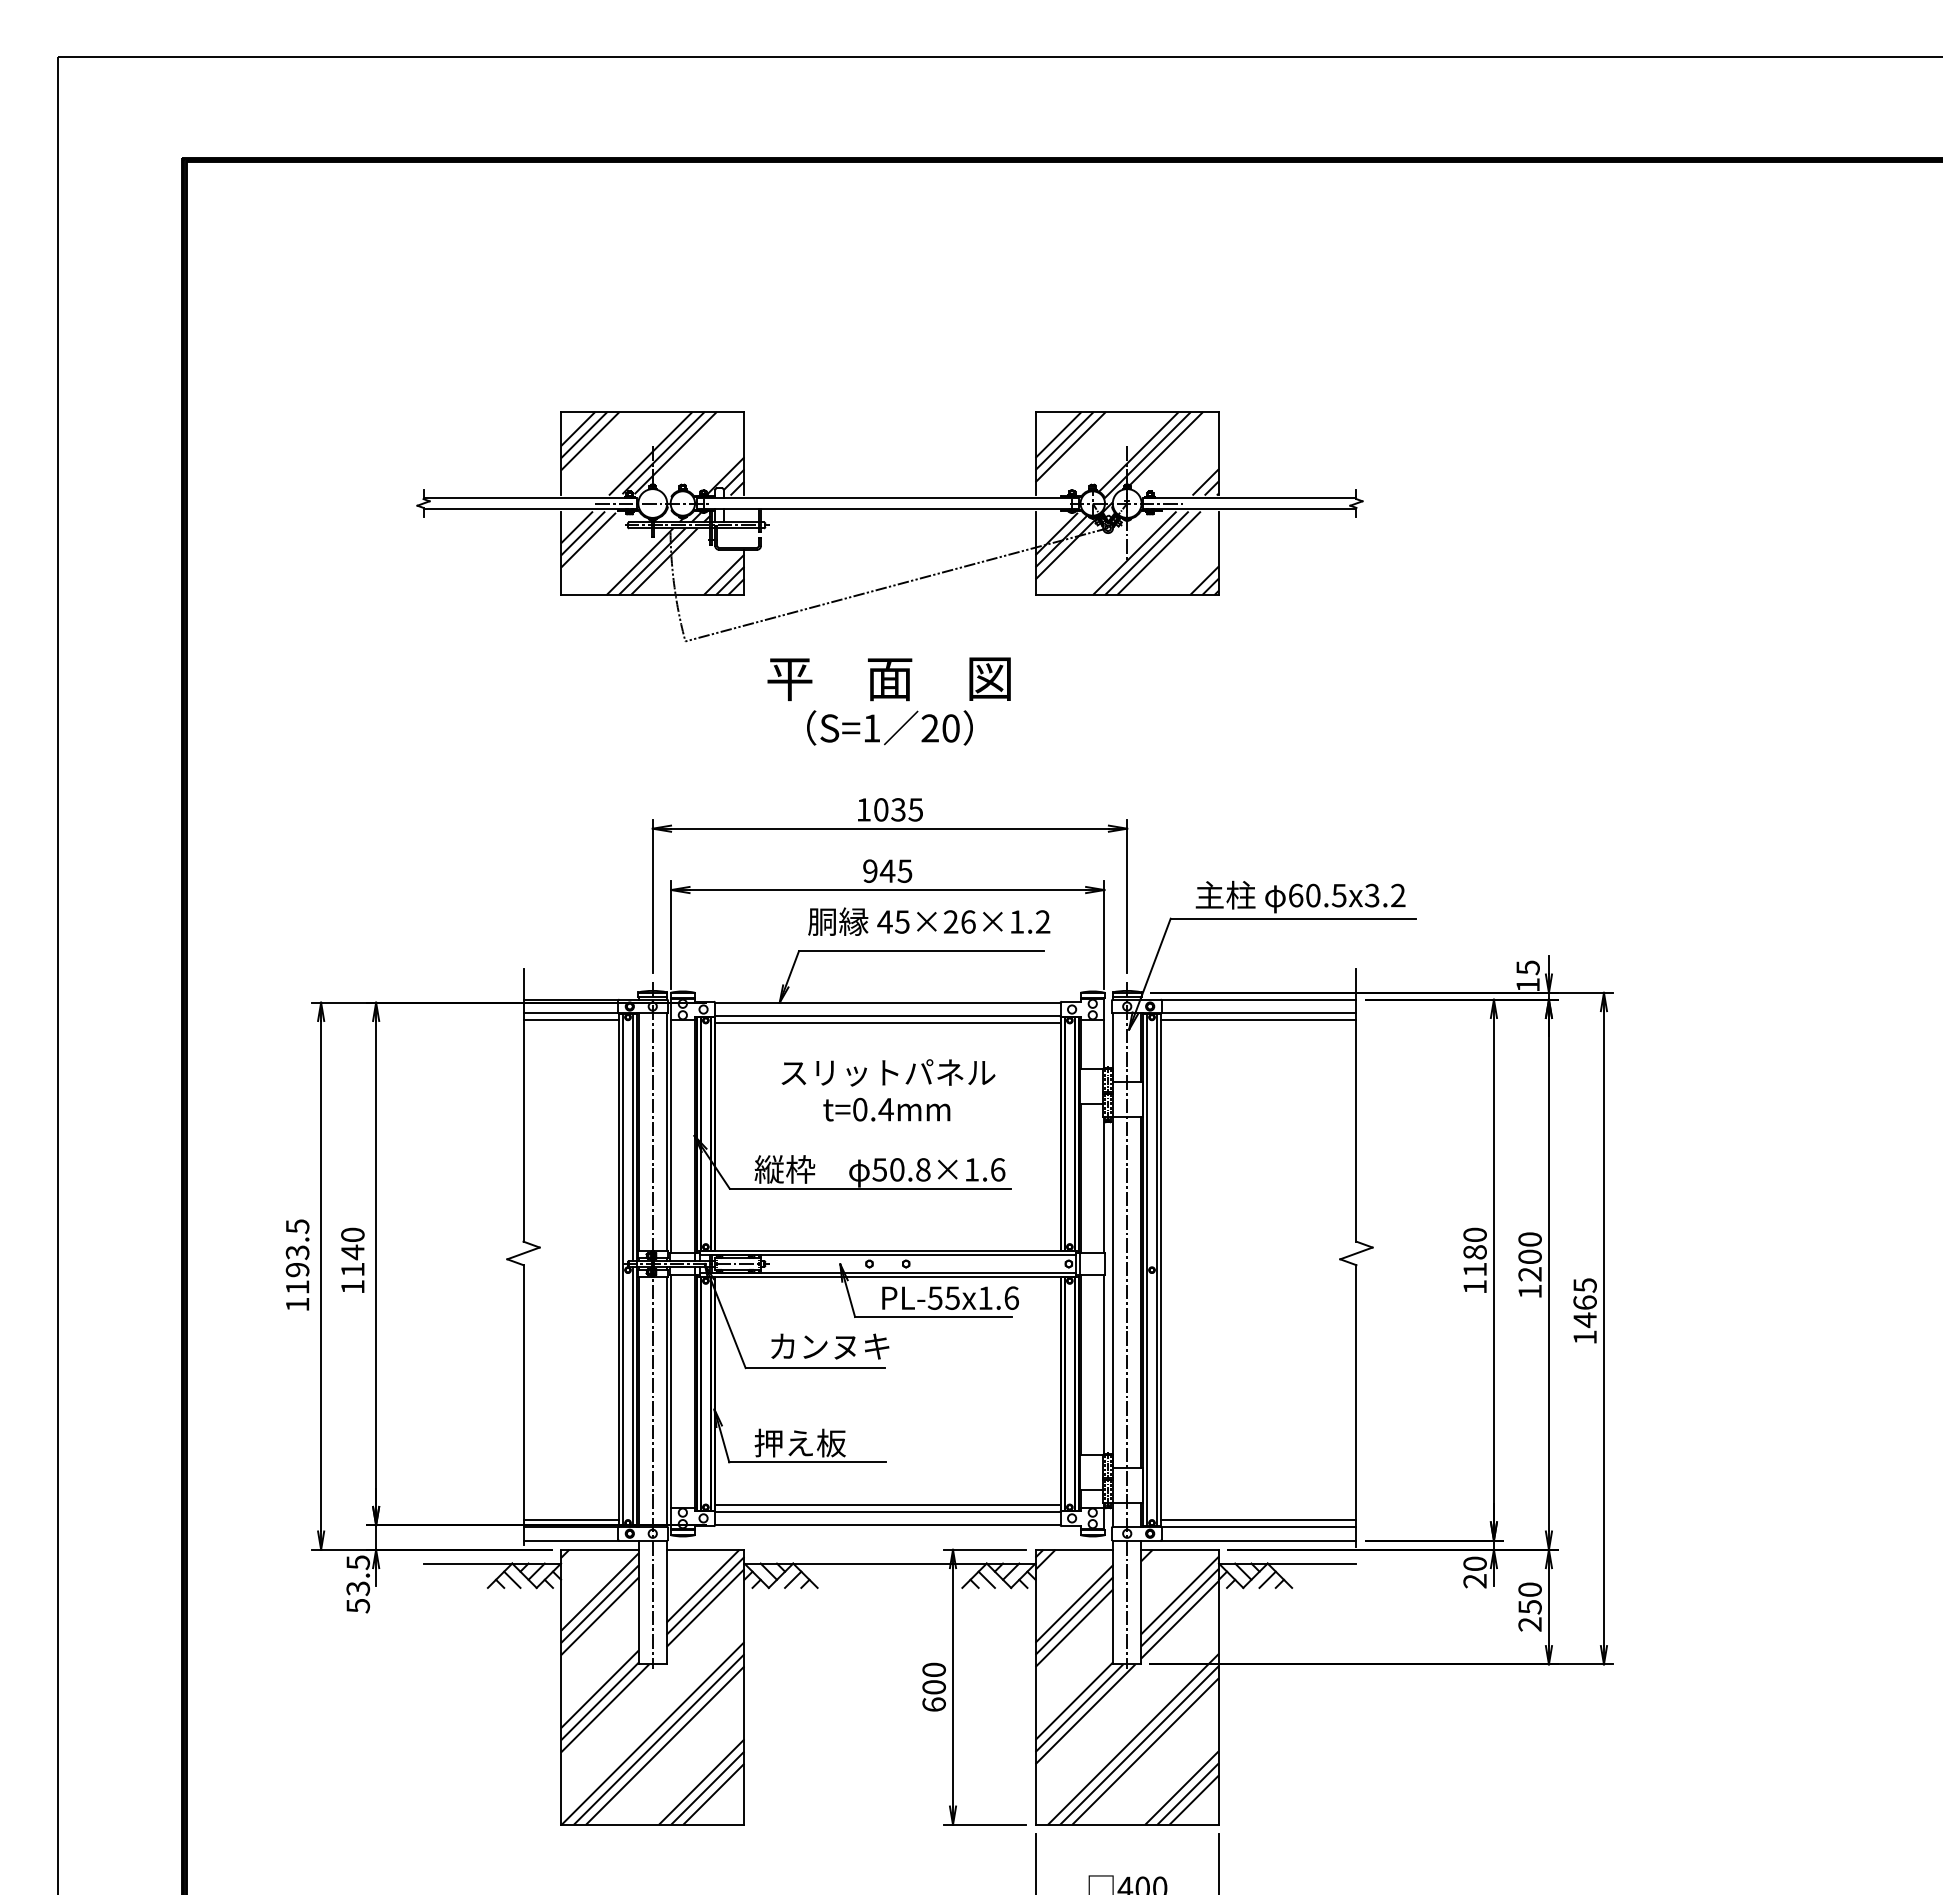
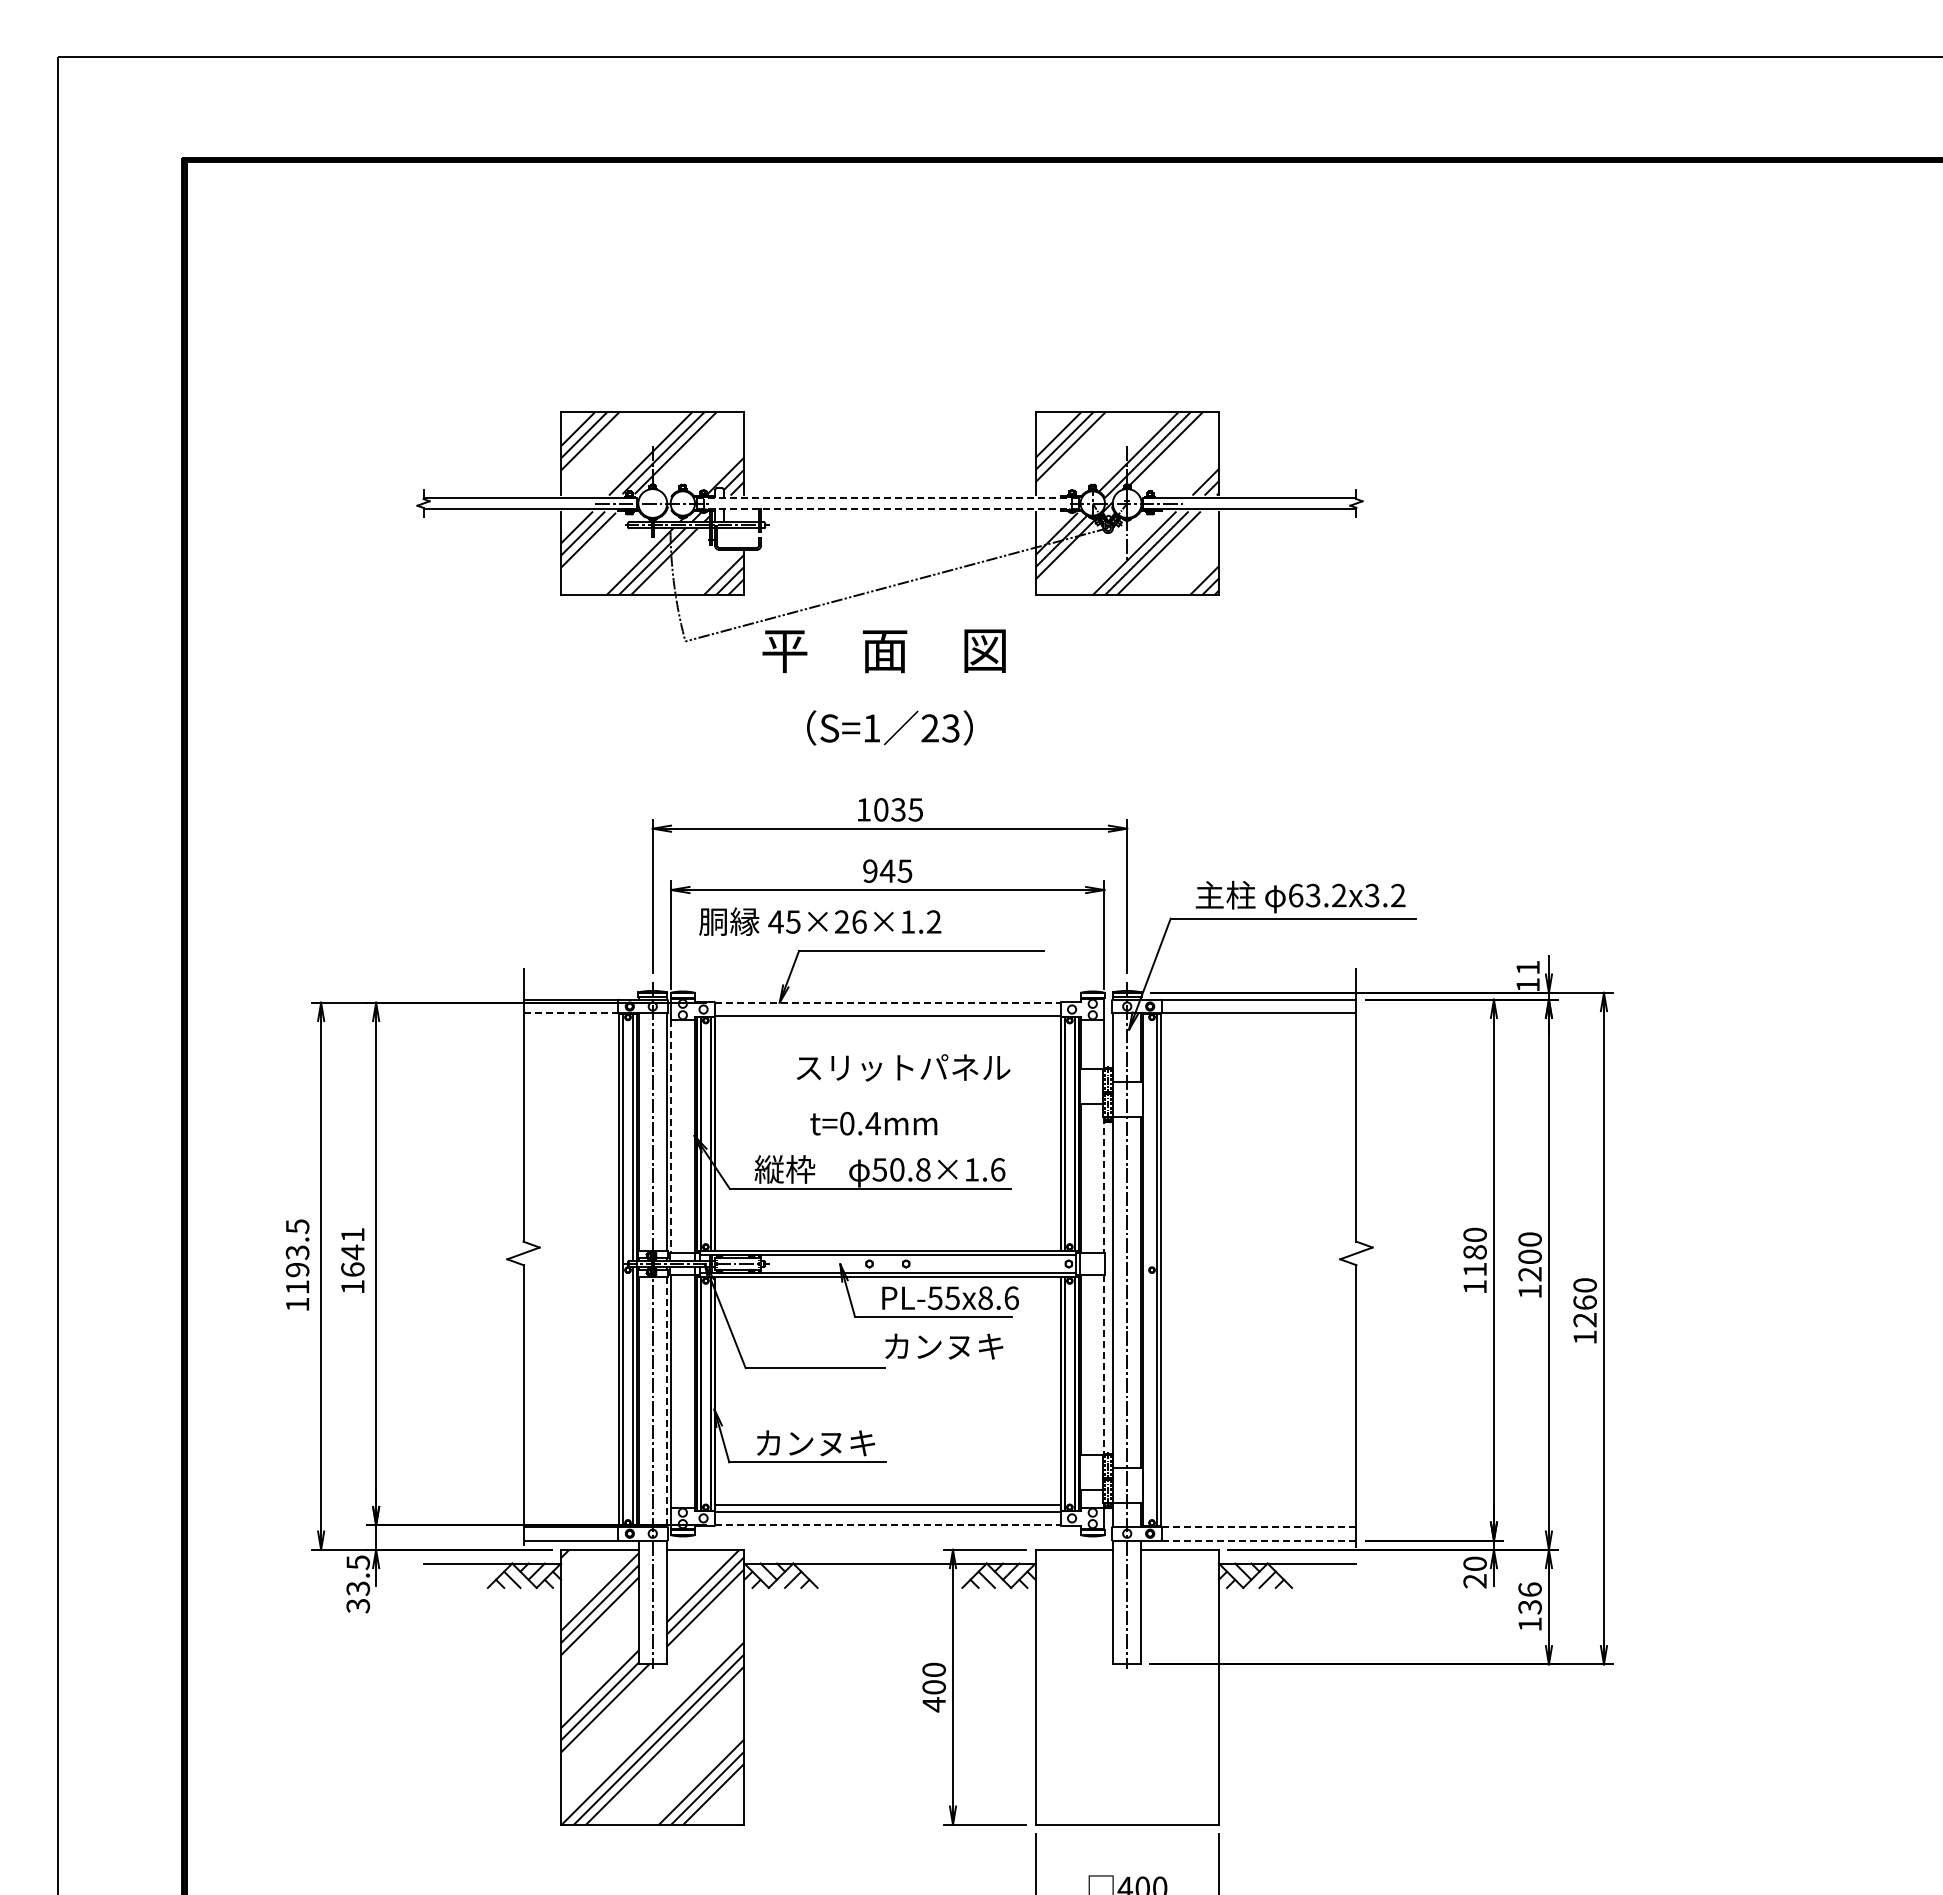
line at (887, 497): solid -> dashed
line at (887, 509): solid -> dashed
text at (888, 679) position: (888, 679) -> (883, 651)
text at (950, 728): 20 -> 23
text at (1325, 895): 60.5x3.2 -> 63.2x3.2
text at (929, 921) position: (929, 921) -> (820, 921)
text at (1527, 967): 15 -> 11
line at (887, 1002): solid -> dashed
line at (571, 1013): solid -> dashed
line at (571, 1020): present -> none
line at (1258, 1020): present -> none
line at (887, 1023): present -> none
text at (888, 1072) position: (888, 1072) -> (903, 1067)
text at (886, 1109) position: (886, 1109) -> (873, 1123)
line at (671, 1136): solid -> dashed
line at (1104, 1184): solid -> dashed
text at (352, 1251): 1140 -> 1641
line at (1146, 1269): present -> none
text at (985, 1297): PL-55x1.6 -> PL-55x8.6
text at (1584, 1303): 1465 -> 1260
text at (830, 1346) position: (830, 1346) -> (944, 1346)
line at (1104, 1365): solid -> dashed
line at (666, 1402): solid -> dashed
text at (814, 1442): 押え板 -> カンヌキ
line at (571, 1520): present -> none
line at (1258, 1520): present -> none
line at (887, 1525): solid -> dashed
line at (1258, 1526): solid -> dashed
line at (1258, 1540): solid -> dashed
text at (357, 1606): 53.5 -> 33.5
text at (1529, 1606): 250 -> 136
hatch at (1126, 1686): present -> none
text at (933, 1704): 600 -> 400
